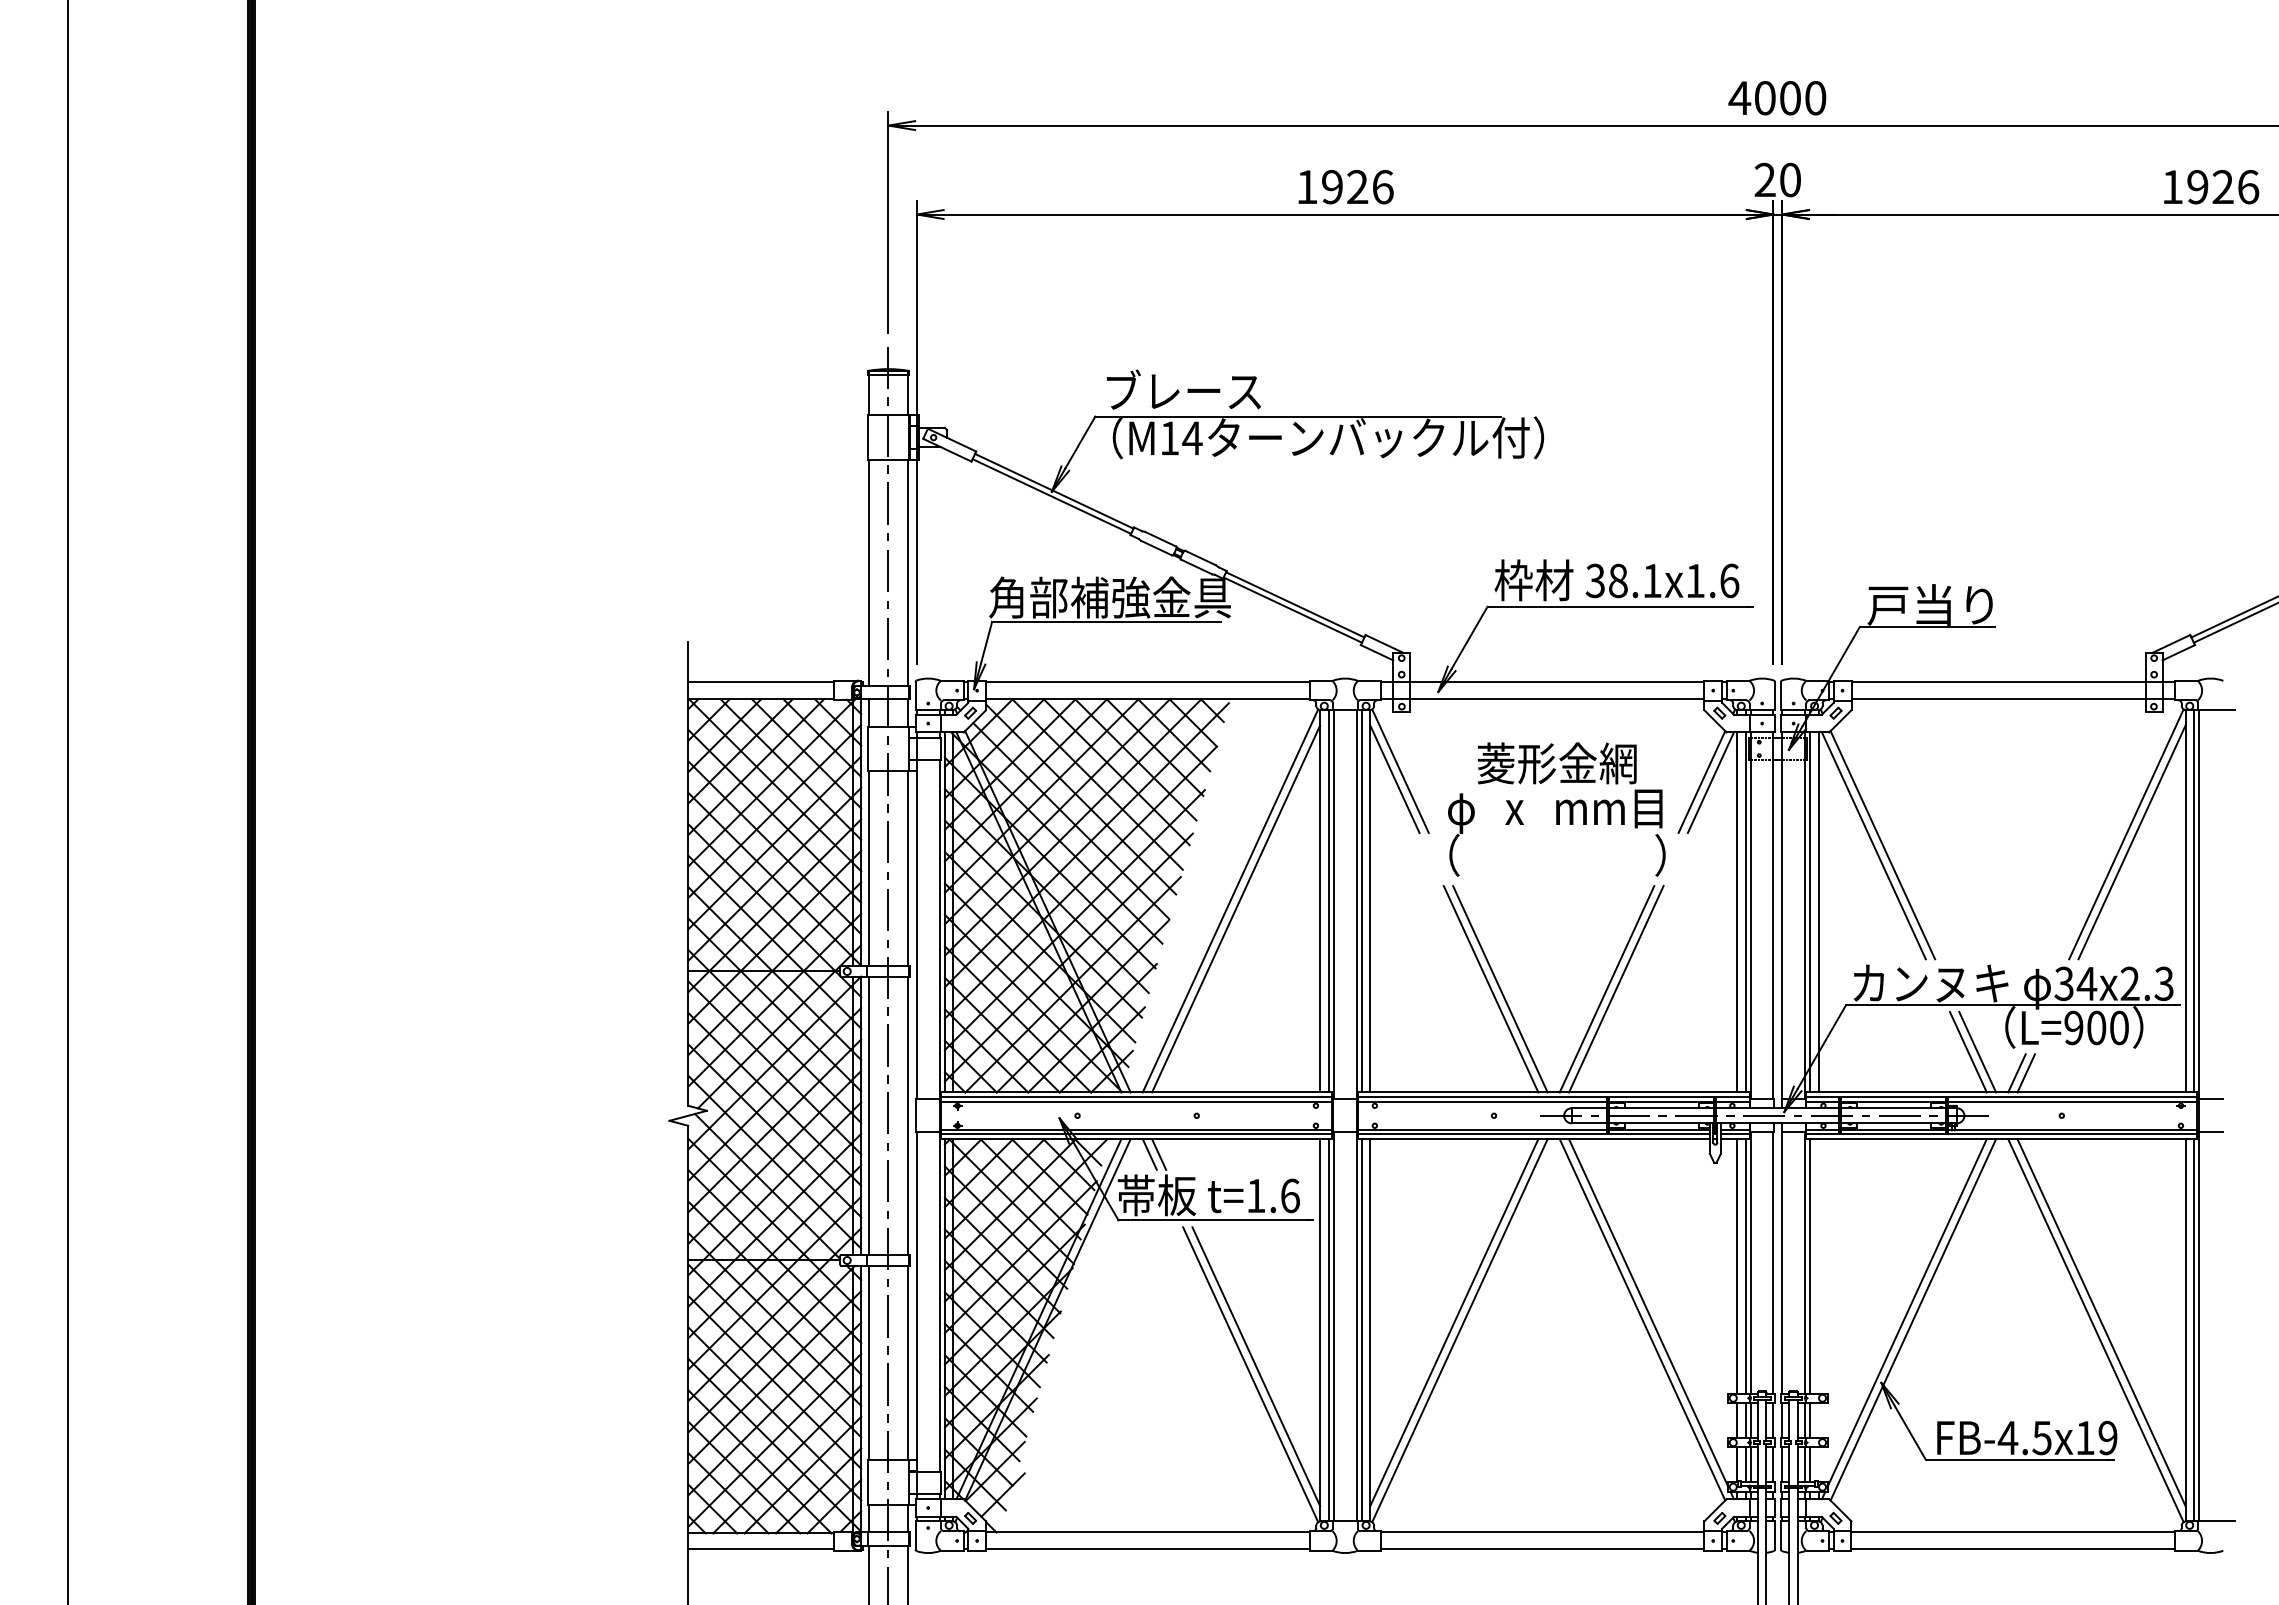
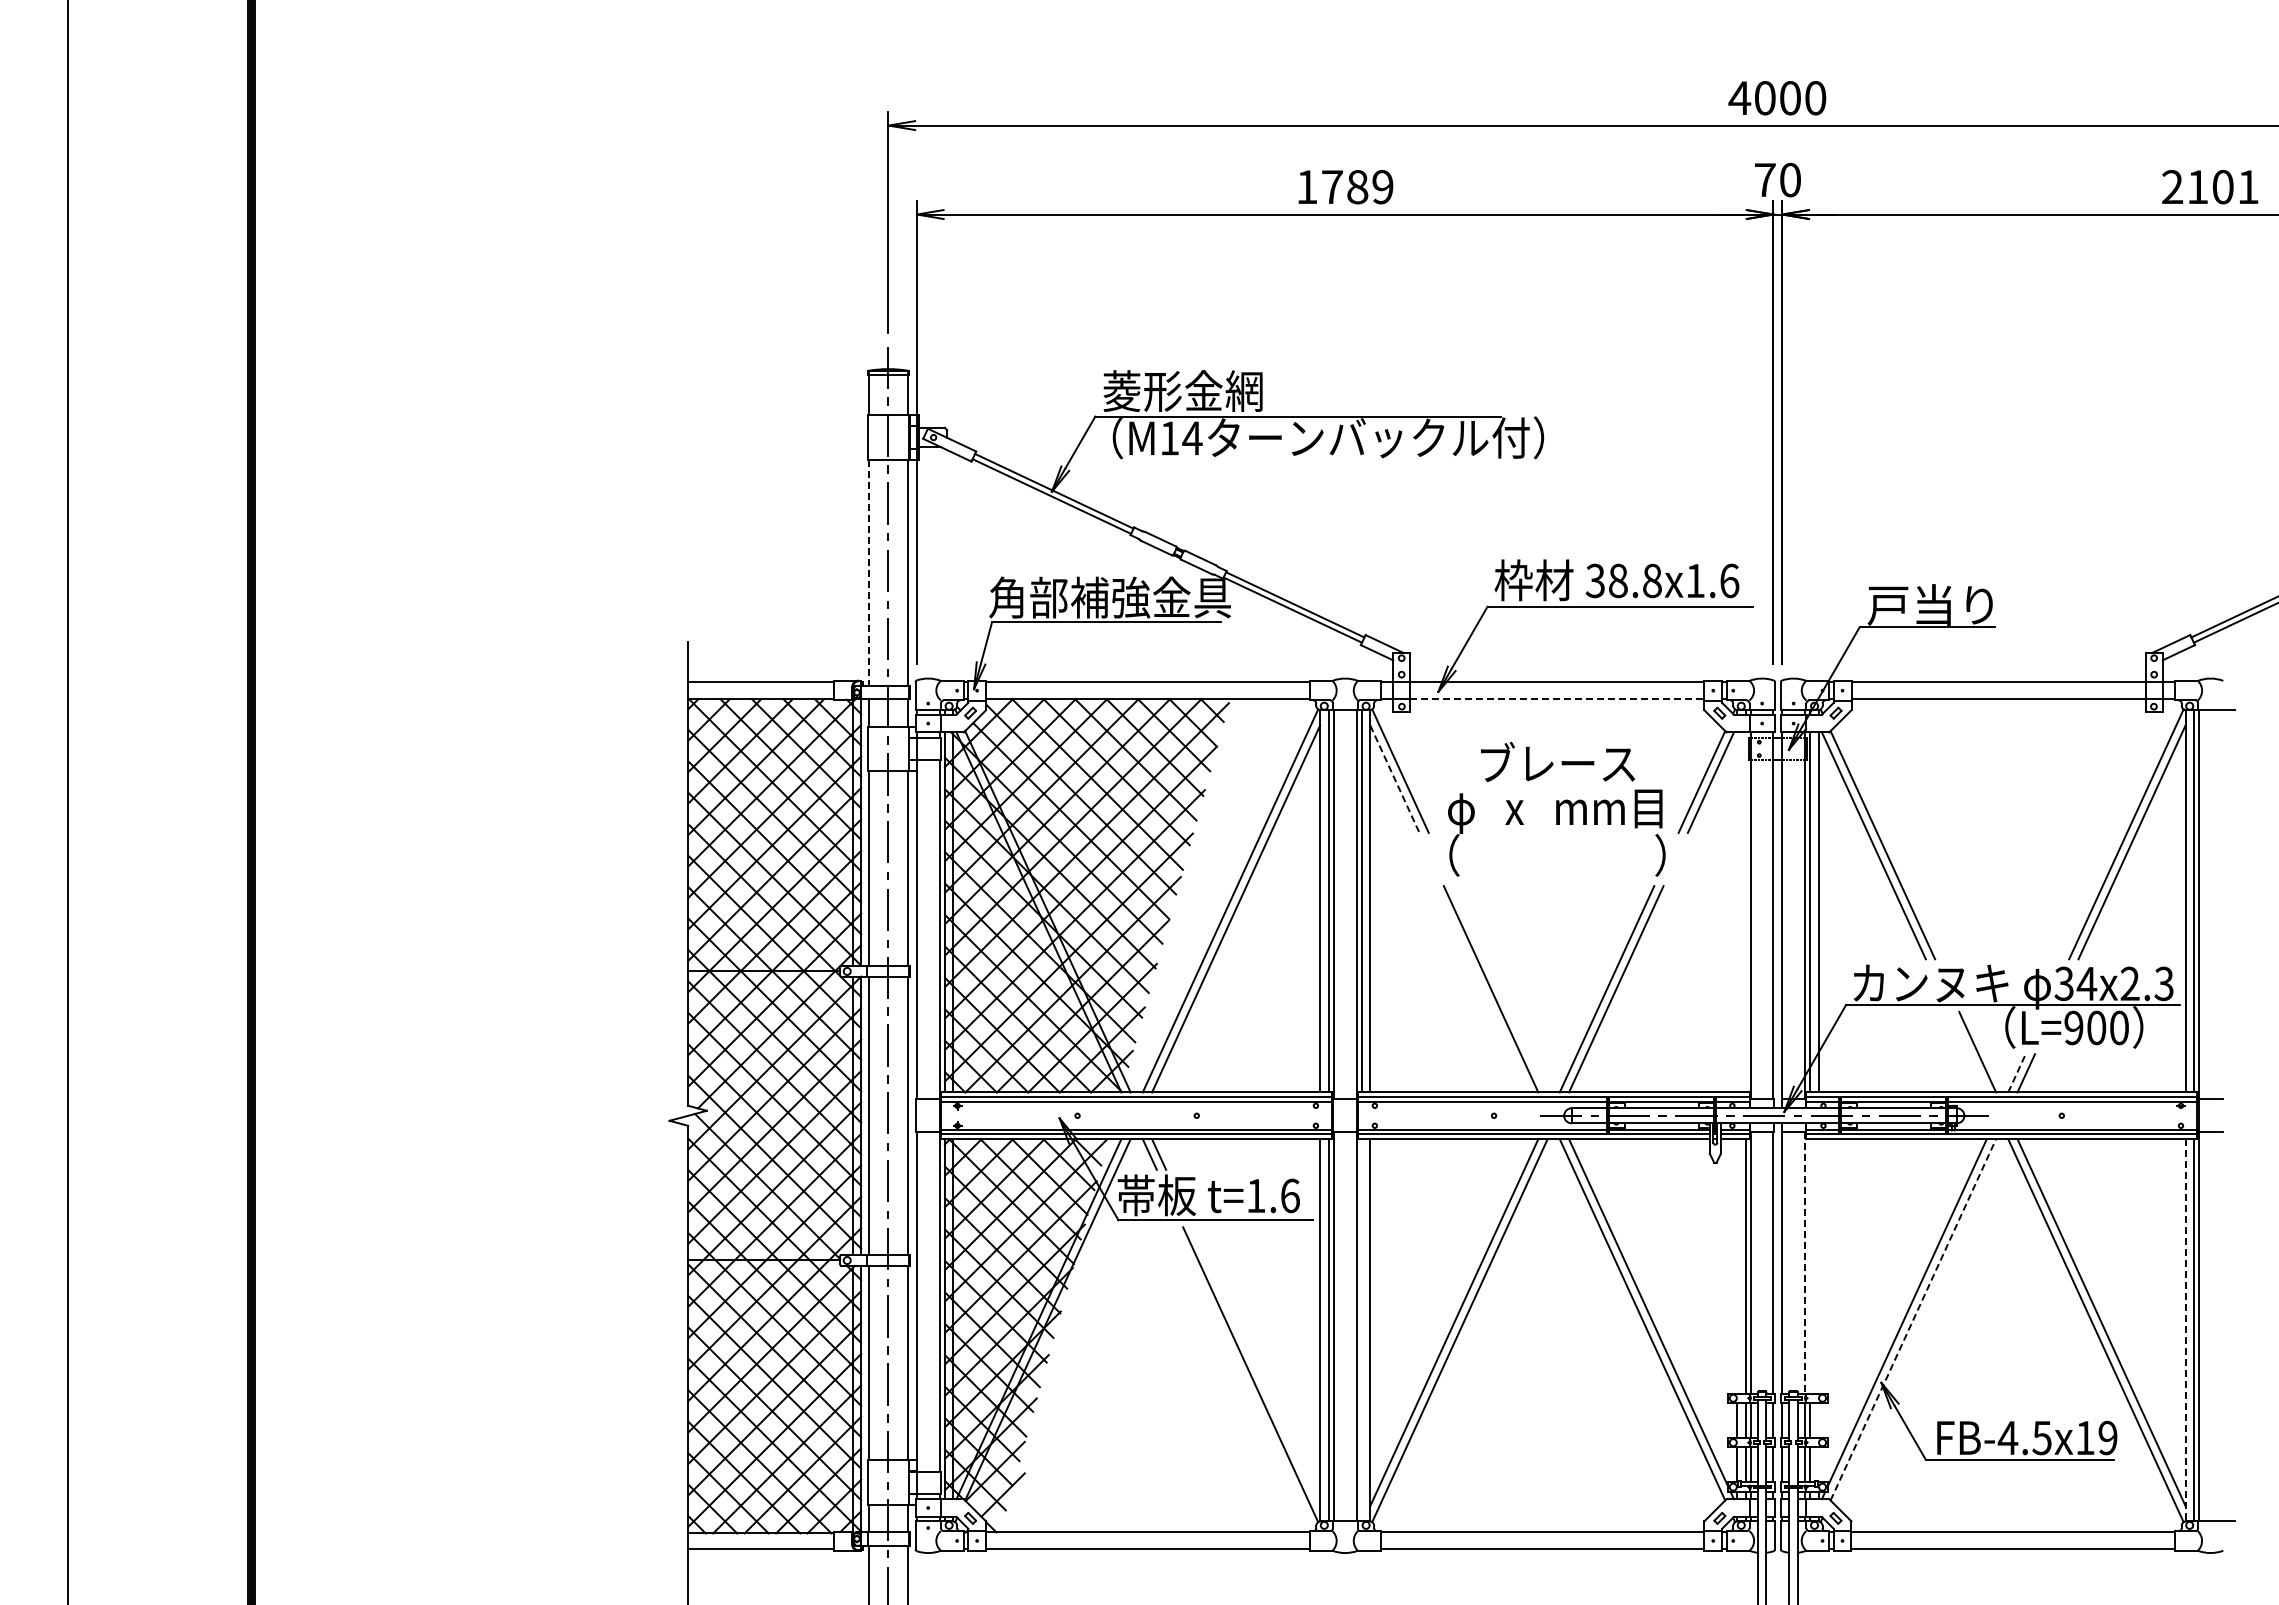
text at (1764, 179): 20 -> 70
text at (1357, 187): 1926 -> 1789
text at (2210, 187): 1926 -> 2101
text at (1182, 390): ブレース -> 菱形金網
line at (868, 573): solid -> dashed
text at (1652, 580): 38.1x1.6 -> 38.8x1.6
line at (1557, 699): solid -> dashed
text at (1556, 762): 菱形金網 -> ブレース
line at (1395, 779): solid -> dashed
line at (1737, 912): present -> none
line at (1745, 912): present -> none
line at (1500, 989): present -> none
line at (1967, 1051): present -> none
line at (2017, 1072): solid -> dashed
line at (1804, 1263): solid -> dashed
line at (1737, 1266): present -> none
line at (1810, 1266): present -> none
line at (1913, 1319): solid -> dashed
line at (1361, 1330): present -> none
line at (2185, 1330): solid -> dashed
line at (1256, 1366): present -> none
